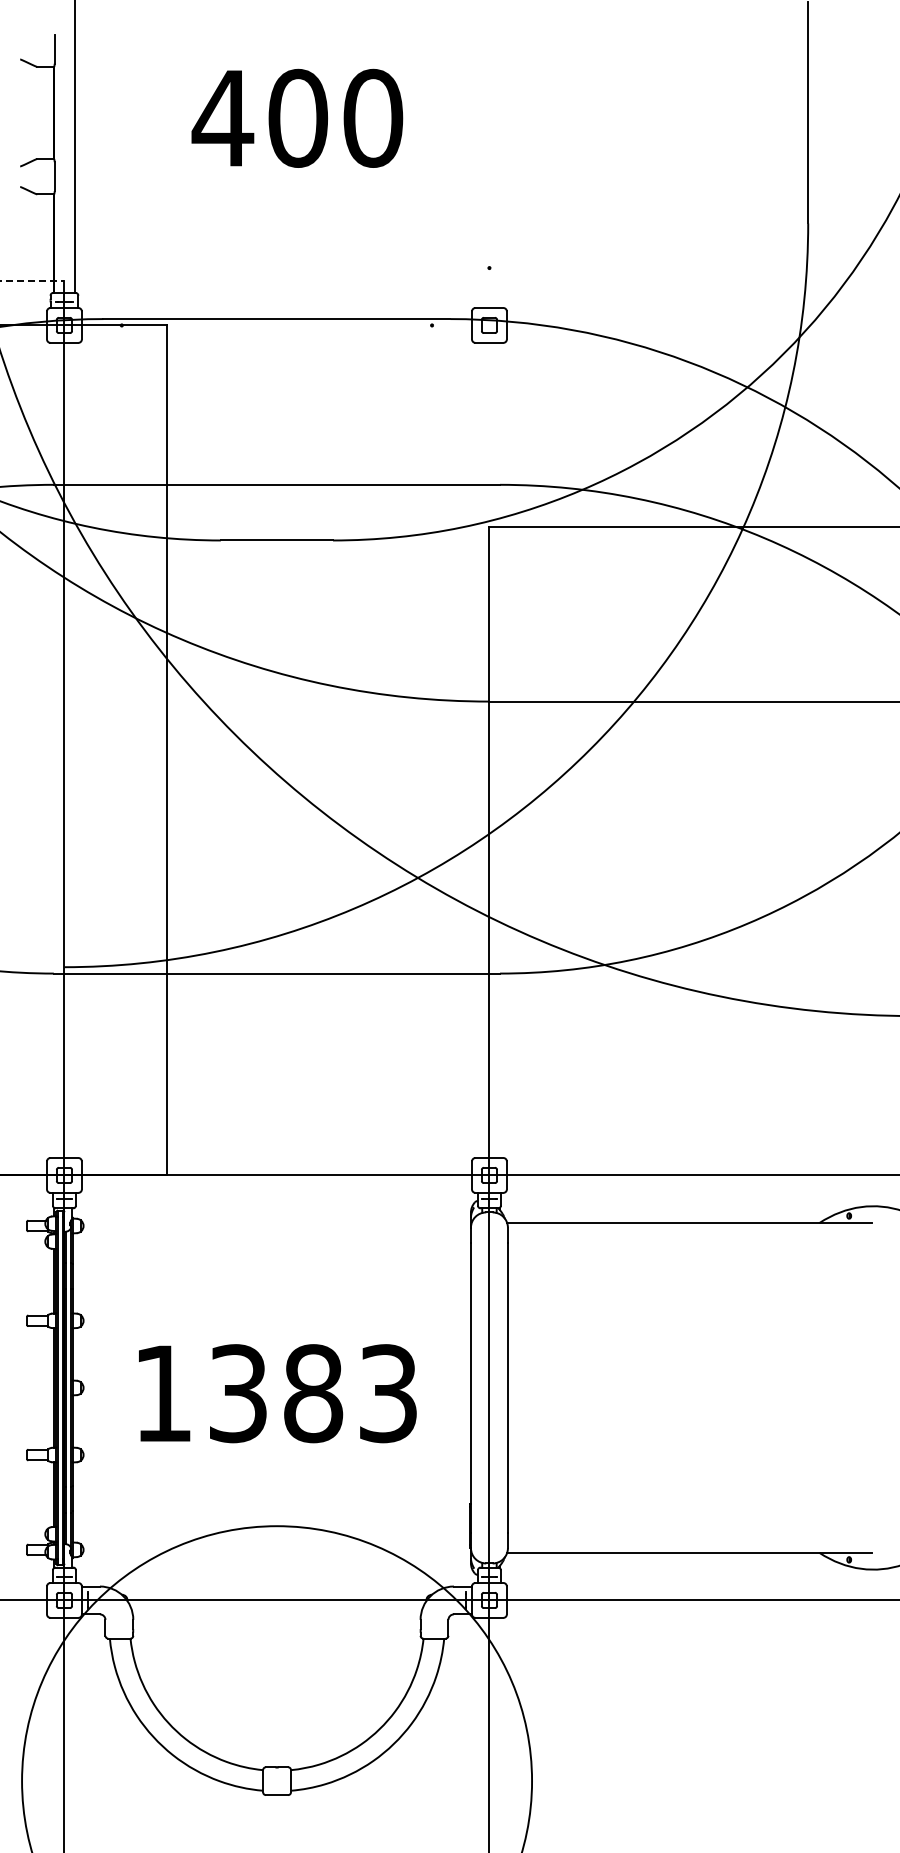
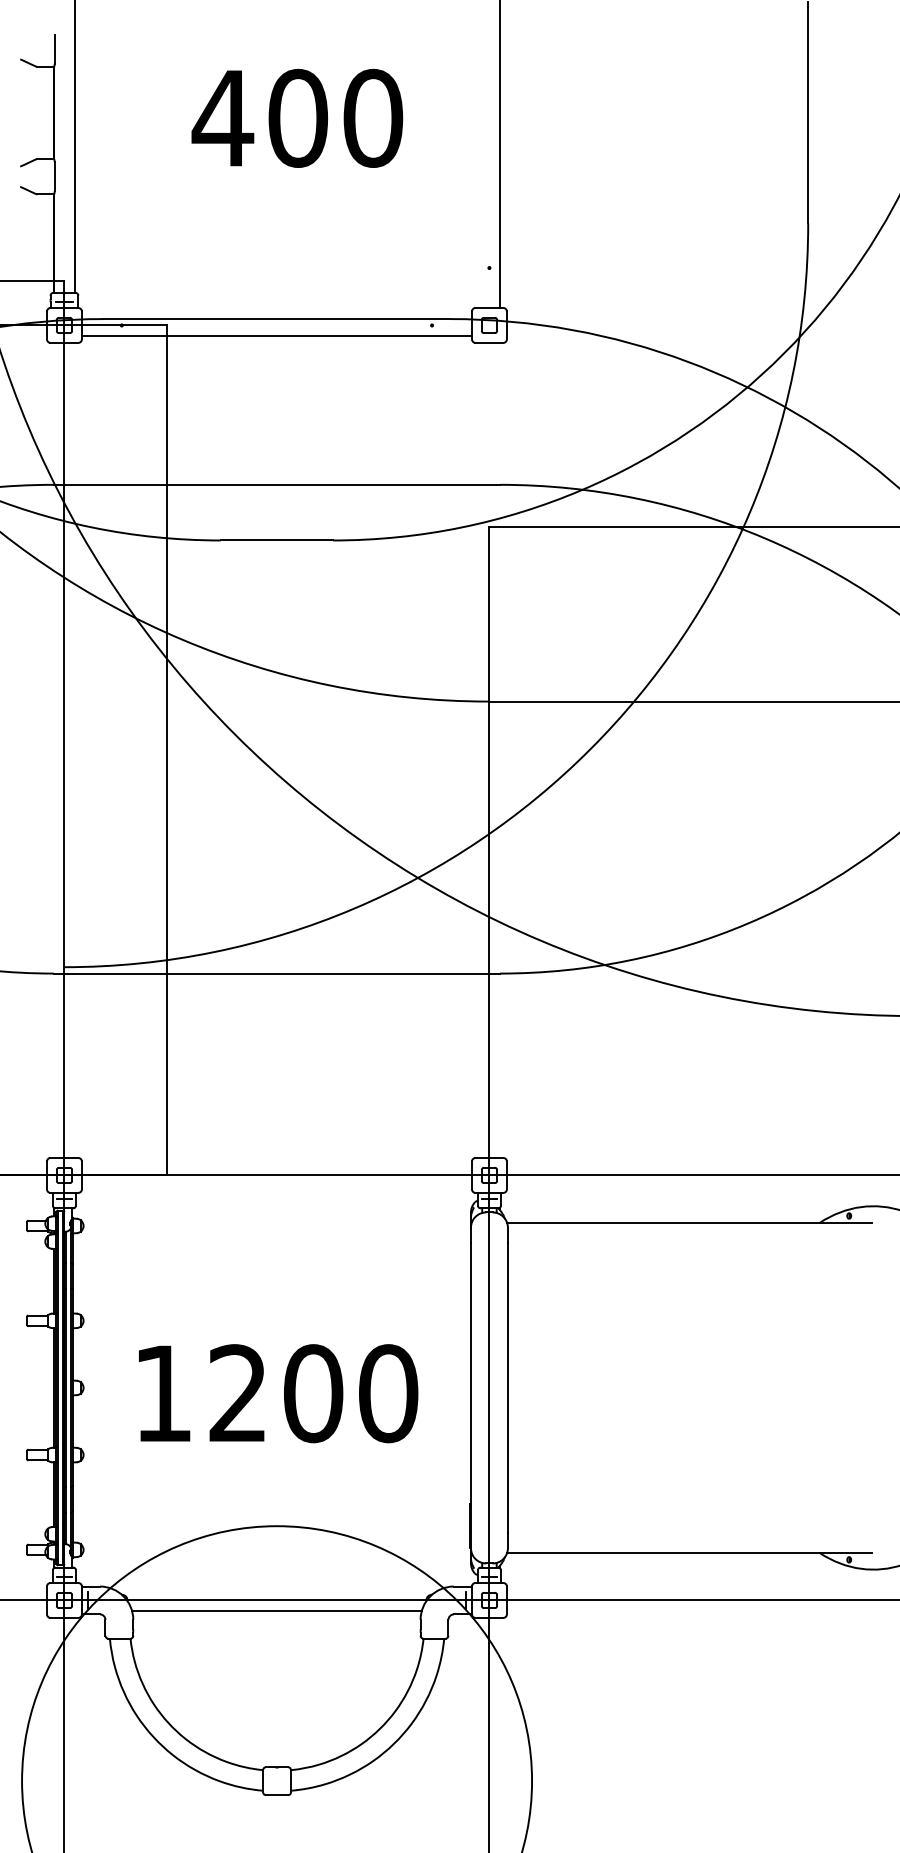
line at (500, 155): none -> present
line at (32, 280): dashed -> solid
line at (276, 336): none -> present
text at (313, 1393): 1383 -> 1200
line at (276, 1611): none -> present
